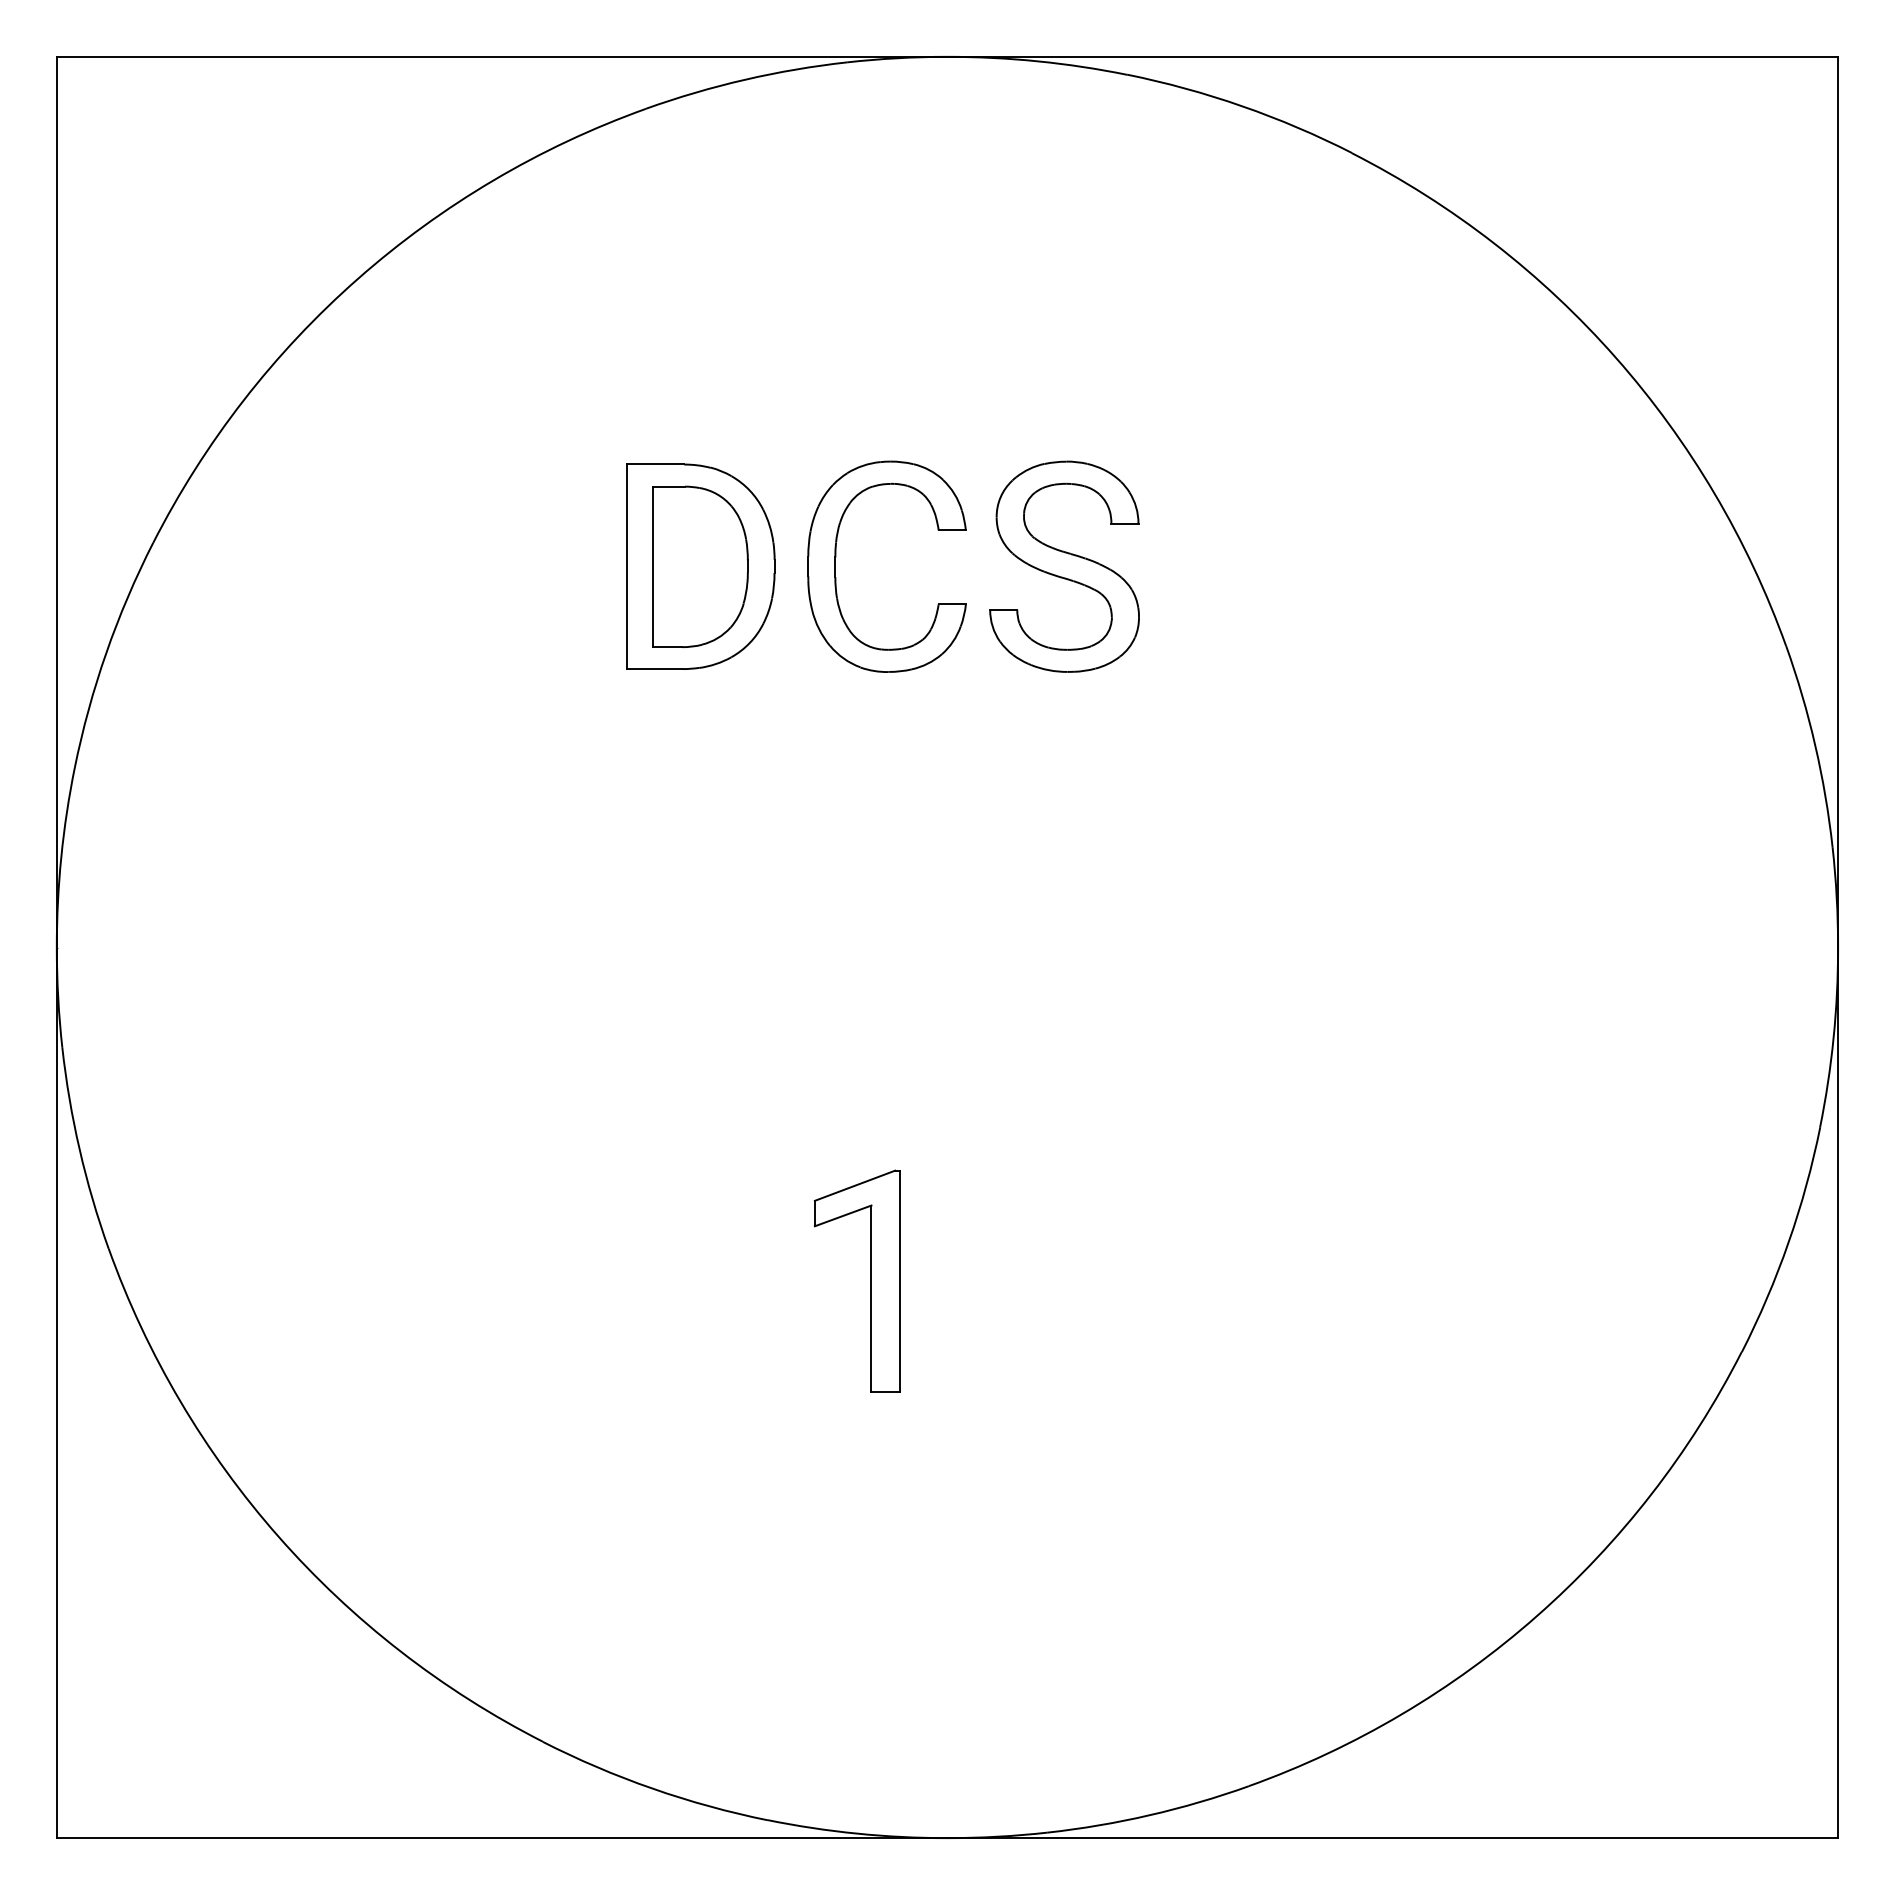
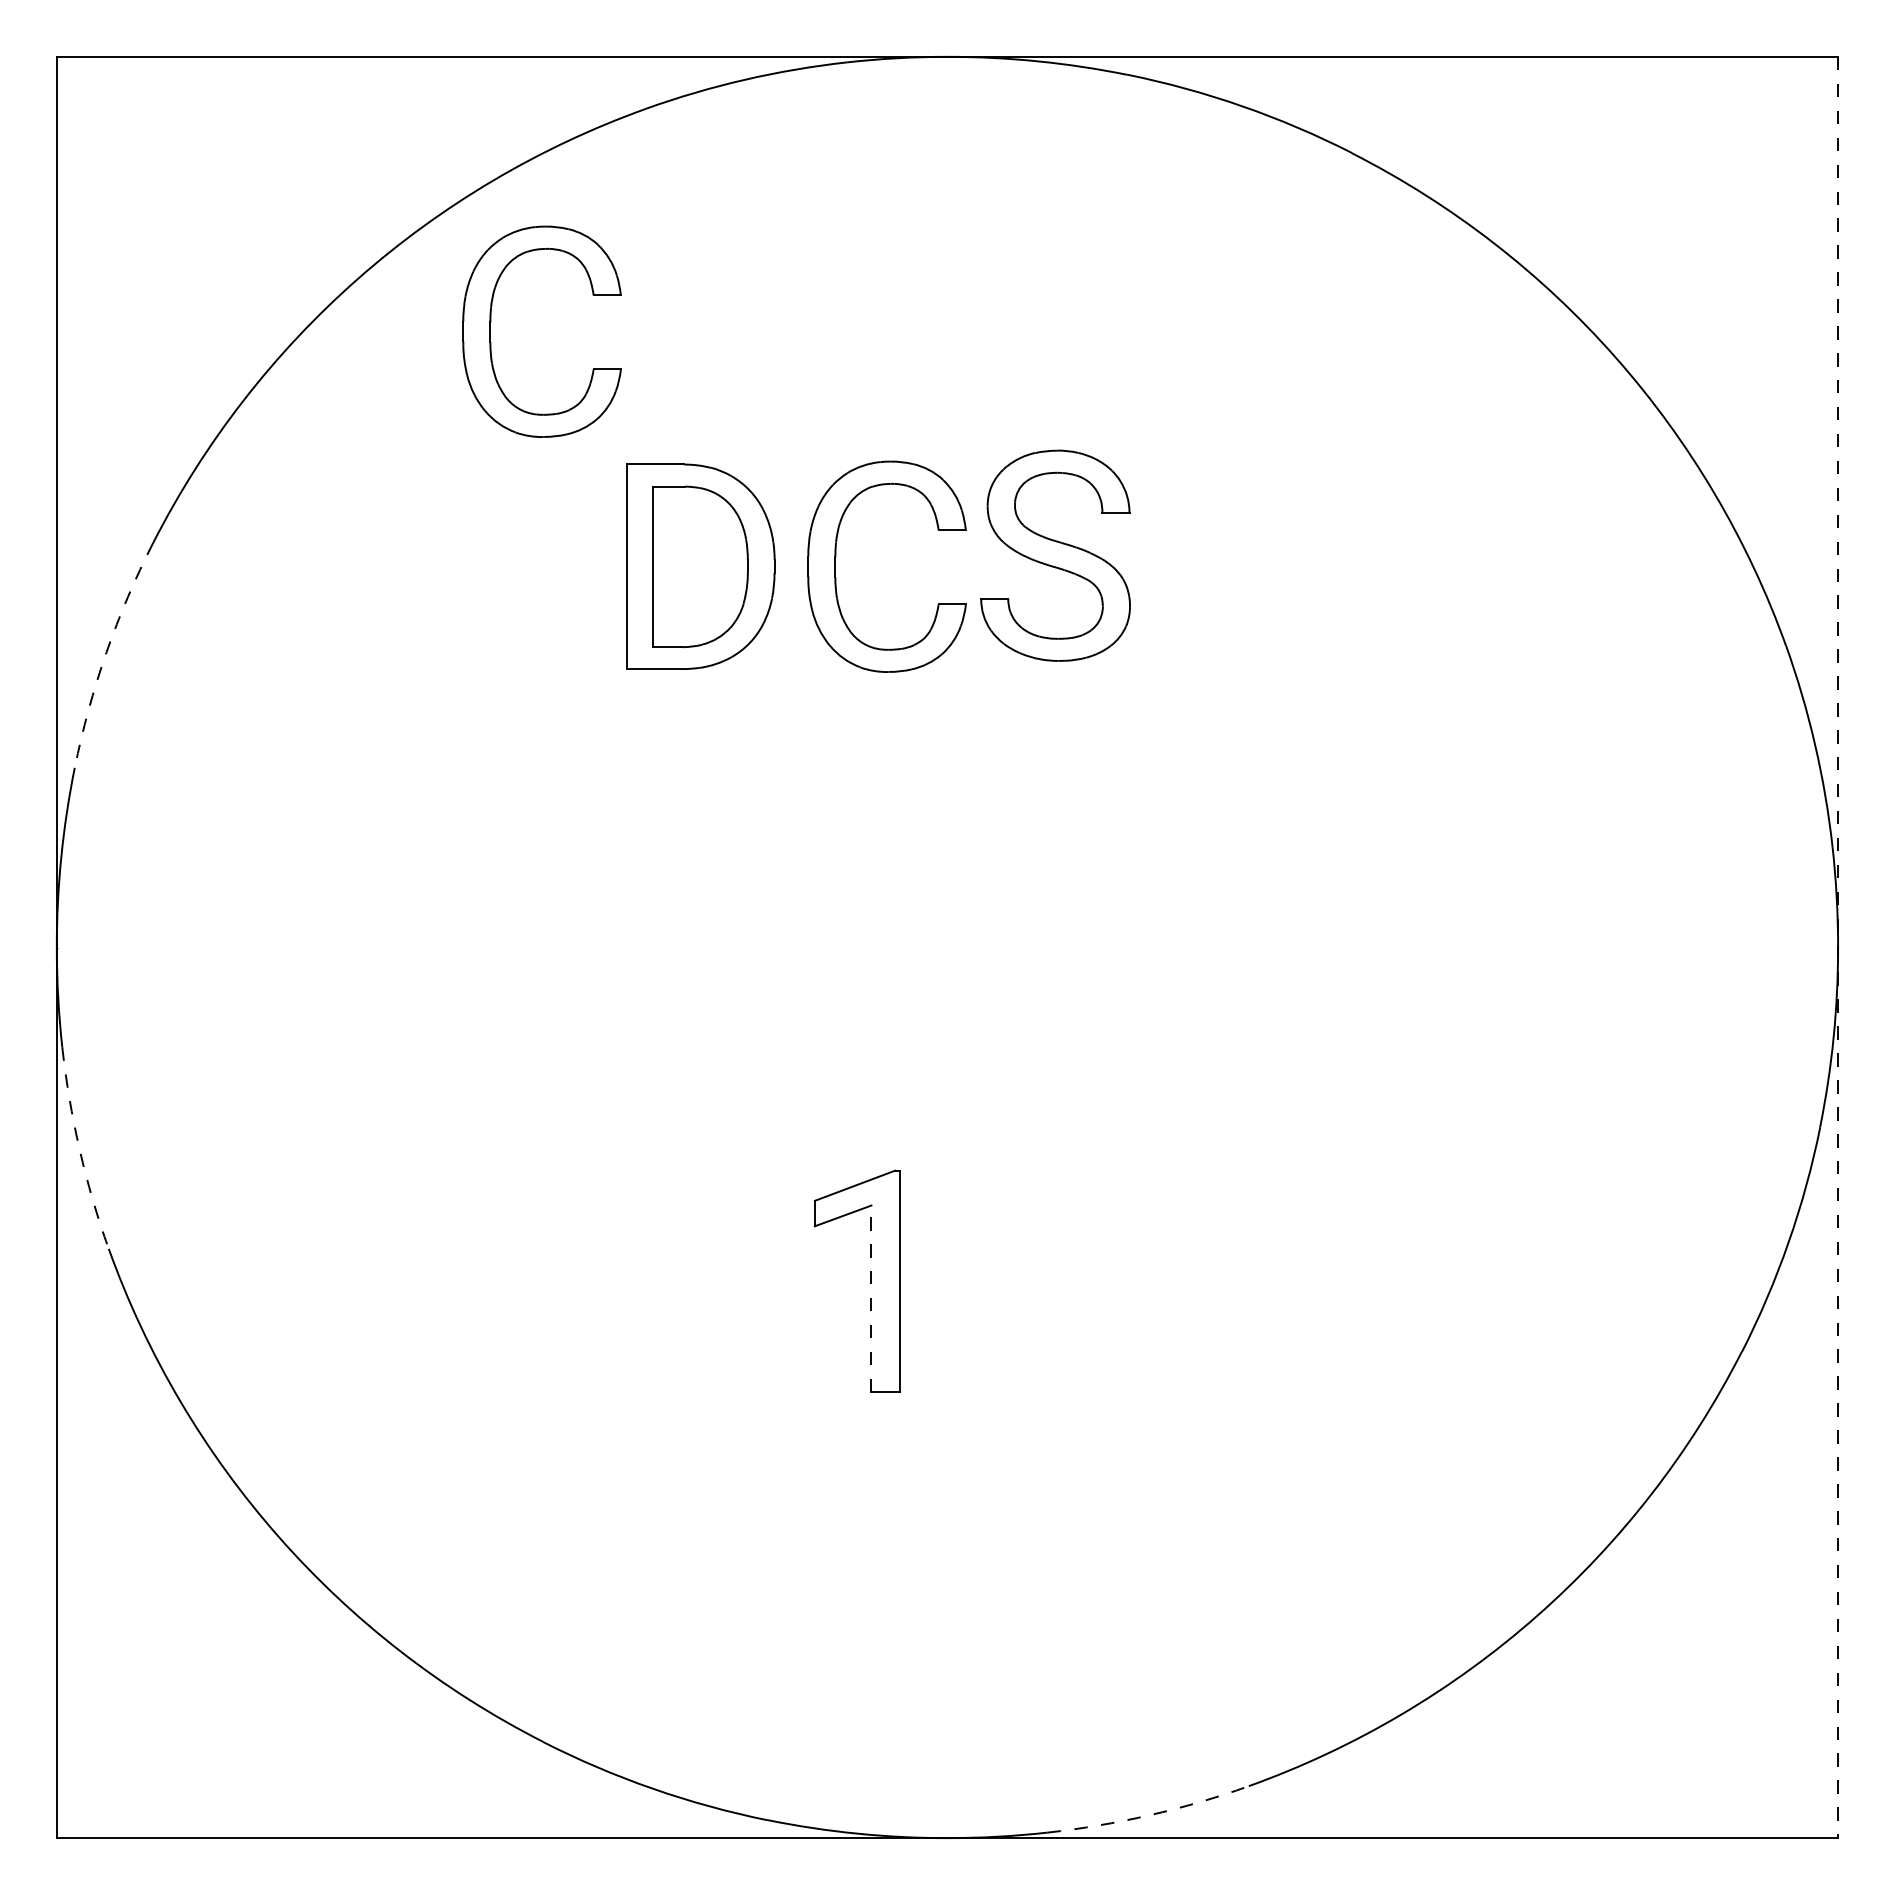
part at (491, 322): none -> present
part at (1064, 566) position: (1064, 566) -> (1055, 555)
arc at (106, 652): solid -> dashed
line at (1838, 947): solid -> dashed
arc at (79, 1149): solid -> dashed
line at (871, 1298): solid -> dashed
arc at (1149, 1815): solid -> dashed
